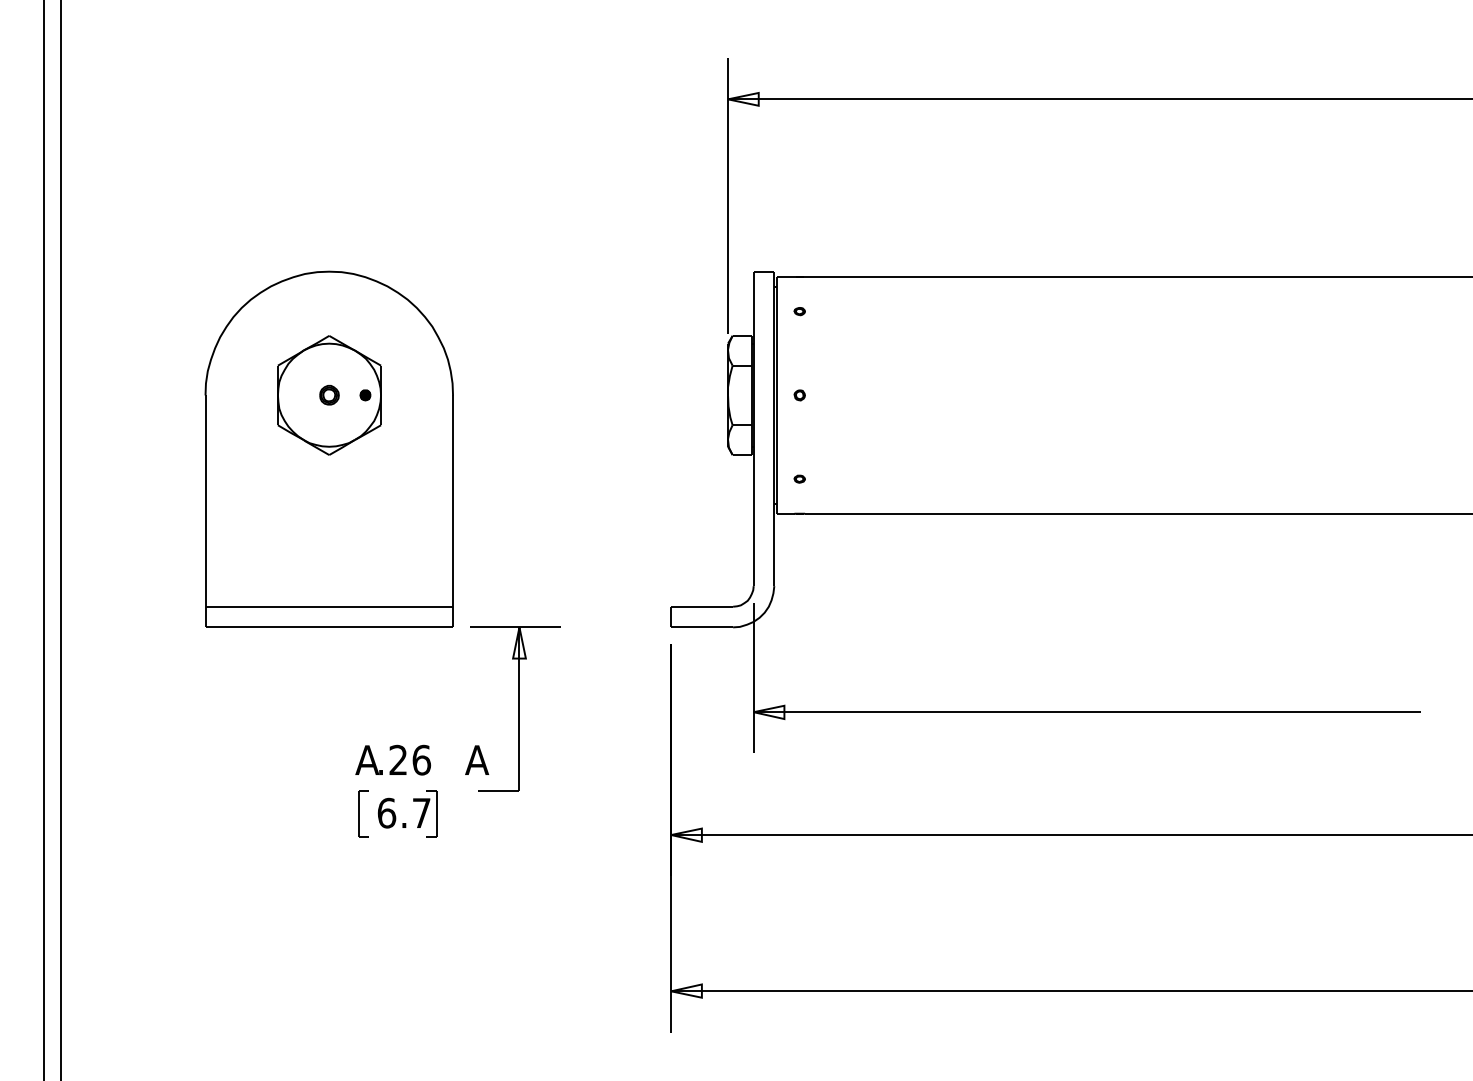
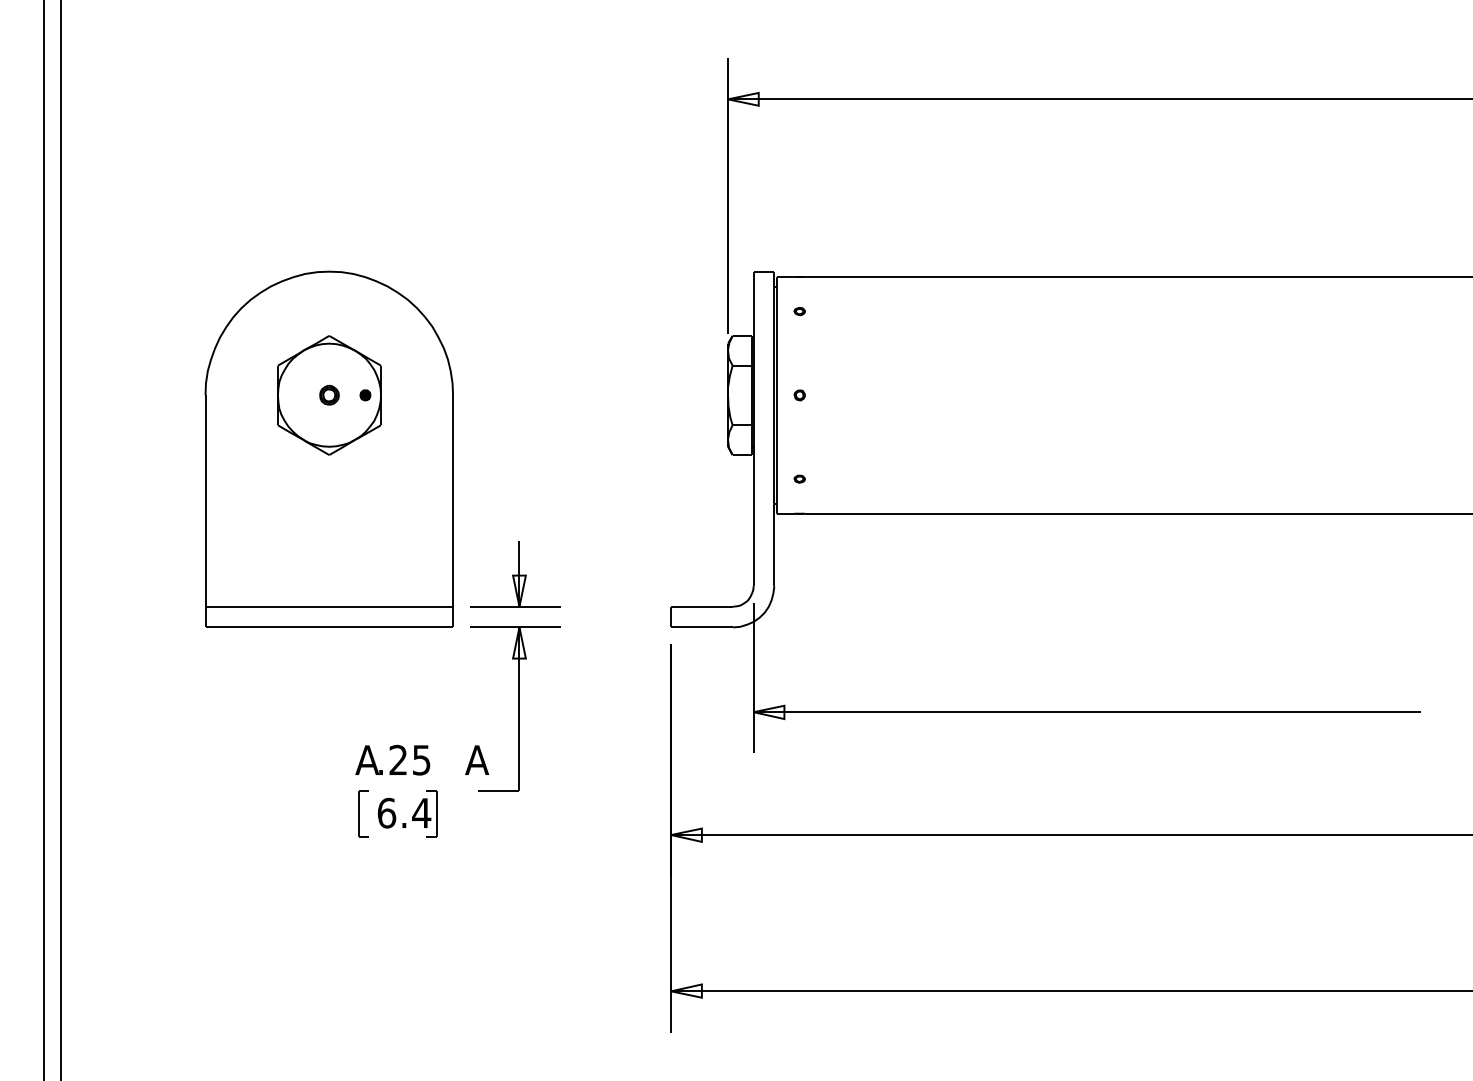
part at (515, 574): none -> present
text at (421, 759): .26 -> .25
text at (421, 812): 6.7 -> 6.4
